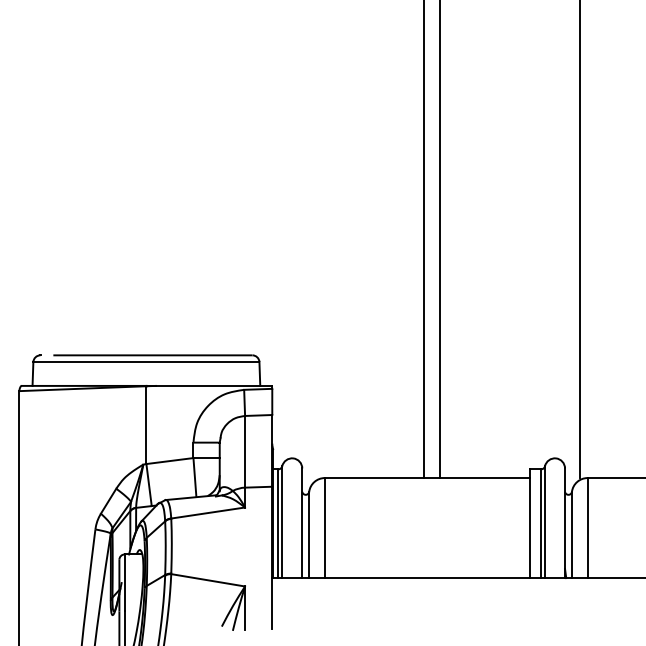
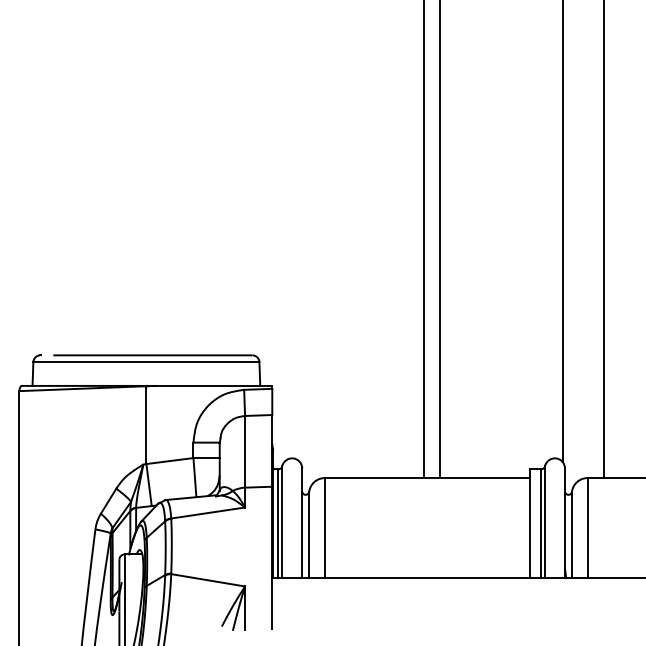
line at (562, 232): none -> present
line at (580, 240) position: (580, 240) -> (604, 240)
